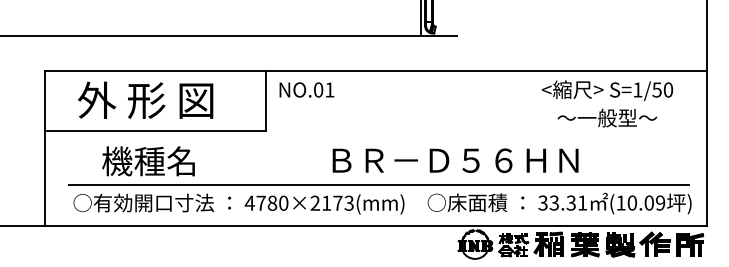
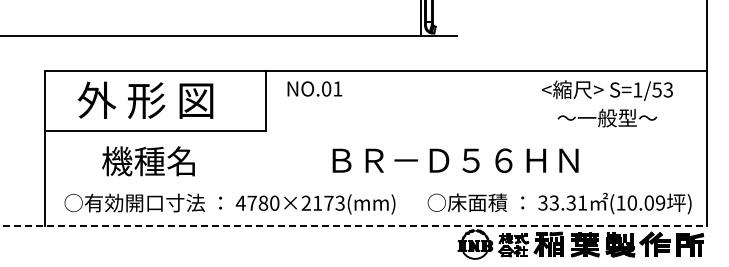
text at (306, 89) position: (306, 89) -> (314, 88)
text at (668, 89): S=1/50 -> S=1/53
line at (379, 185): present -> none
text at (238, 203) position: (238, 203) -> (229, 203)
line at (354, 226): solid -> dashed
